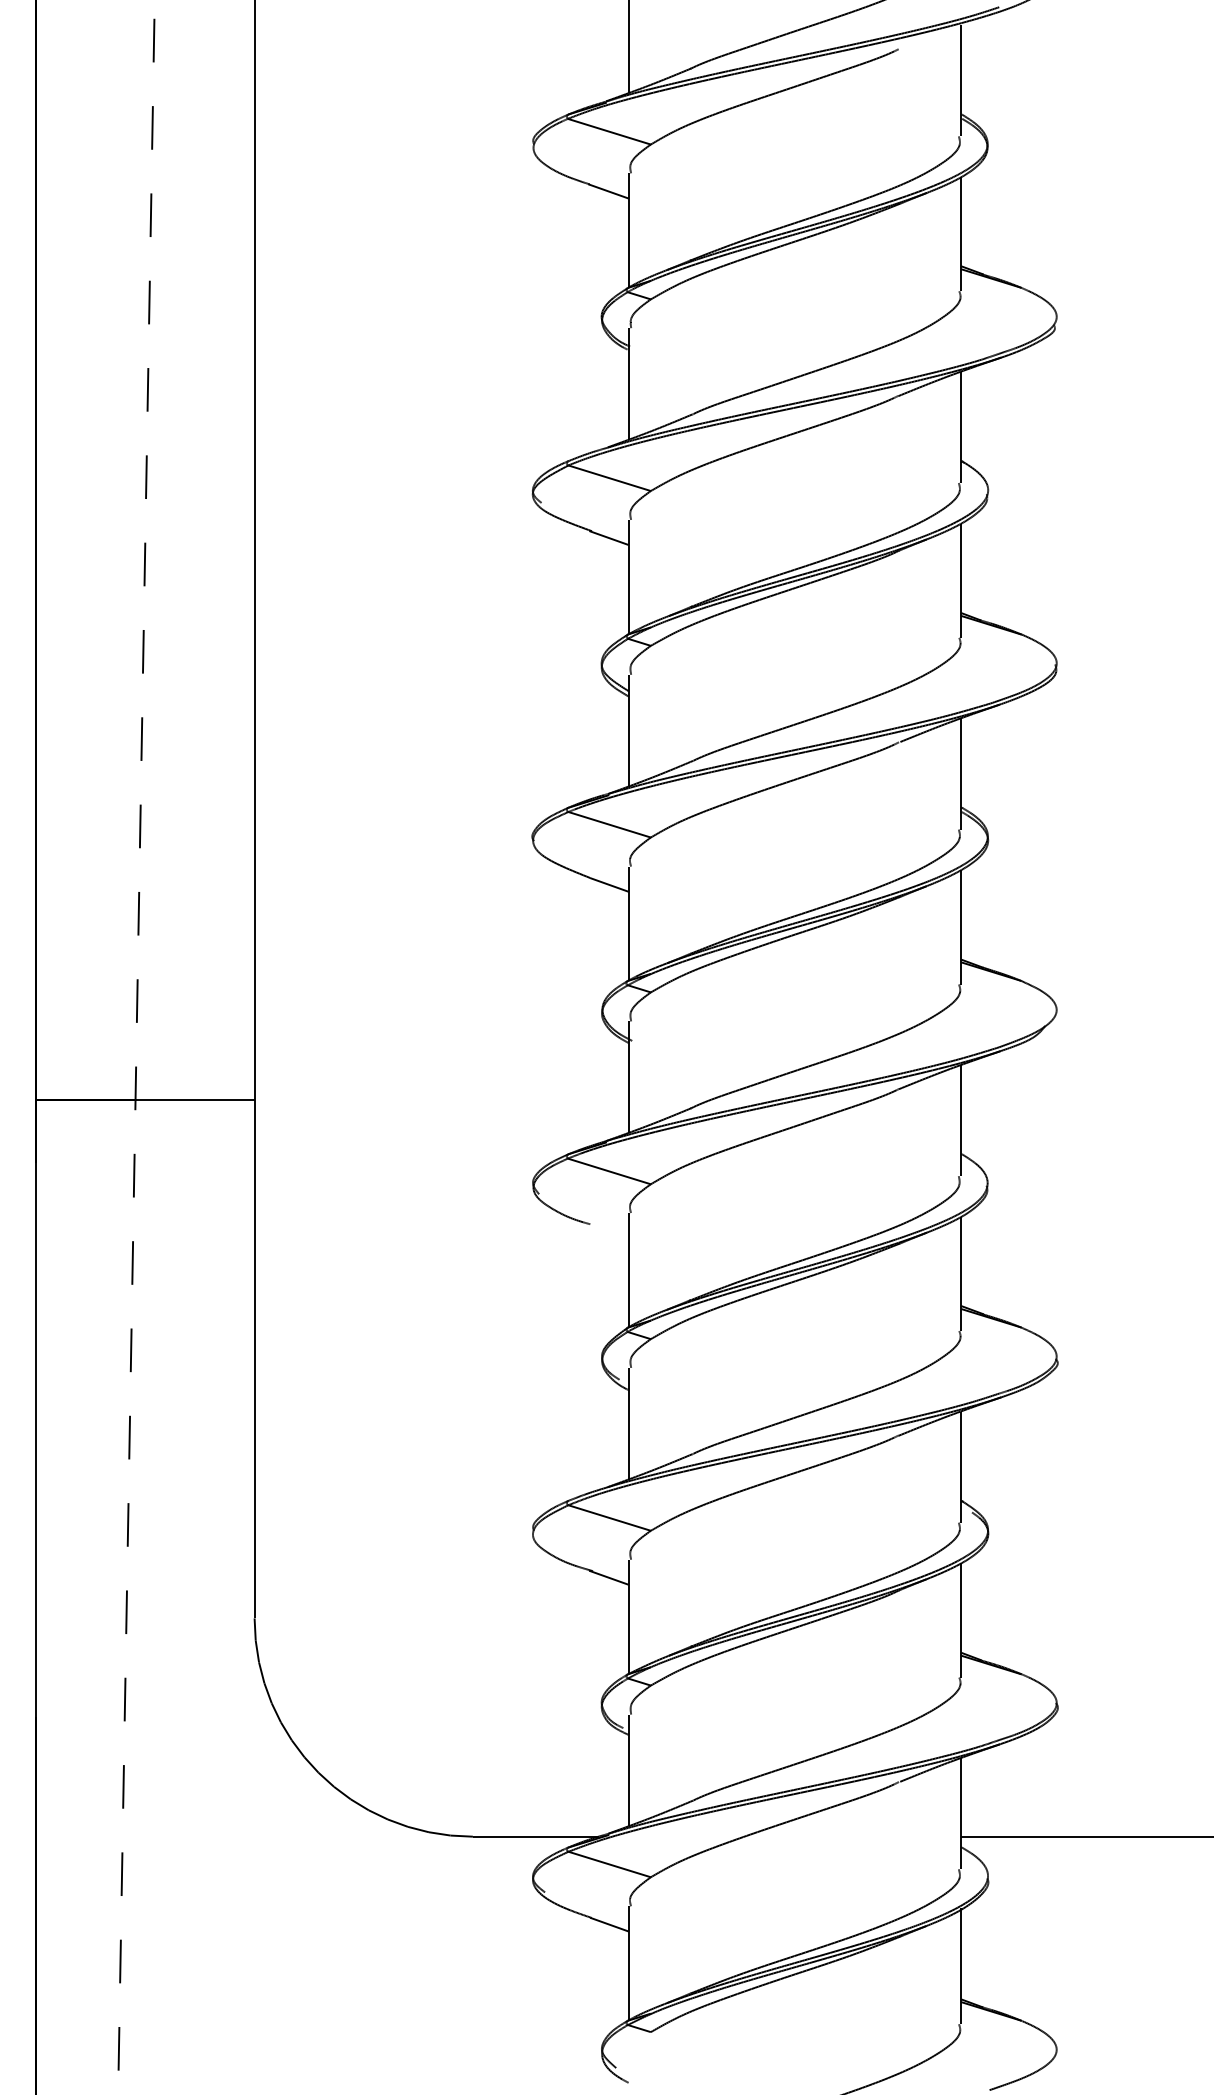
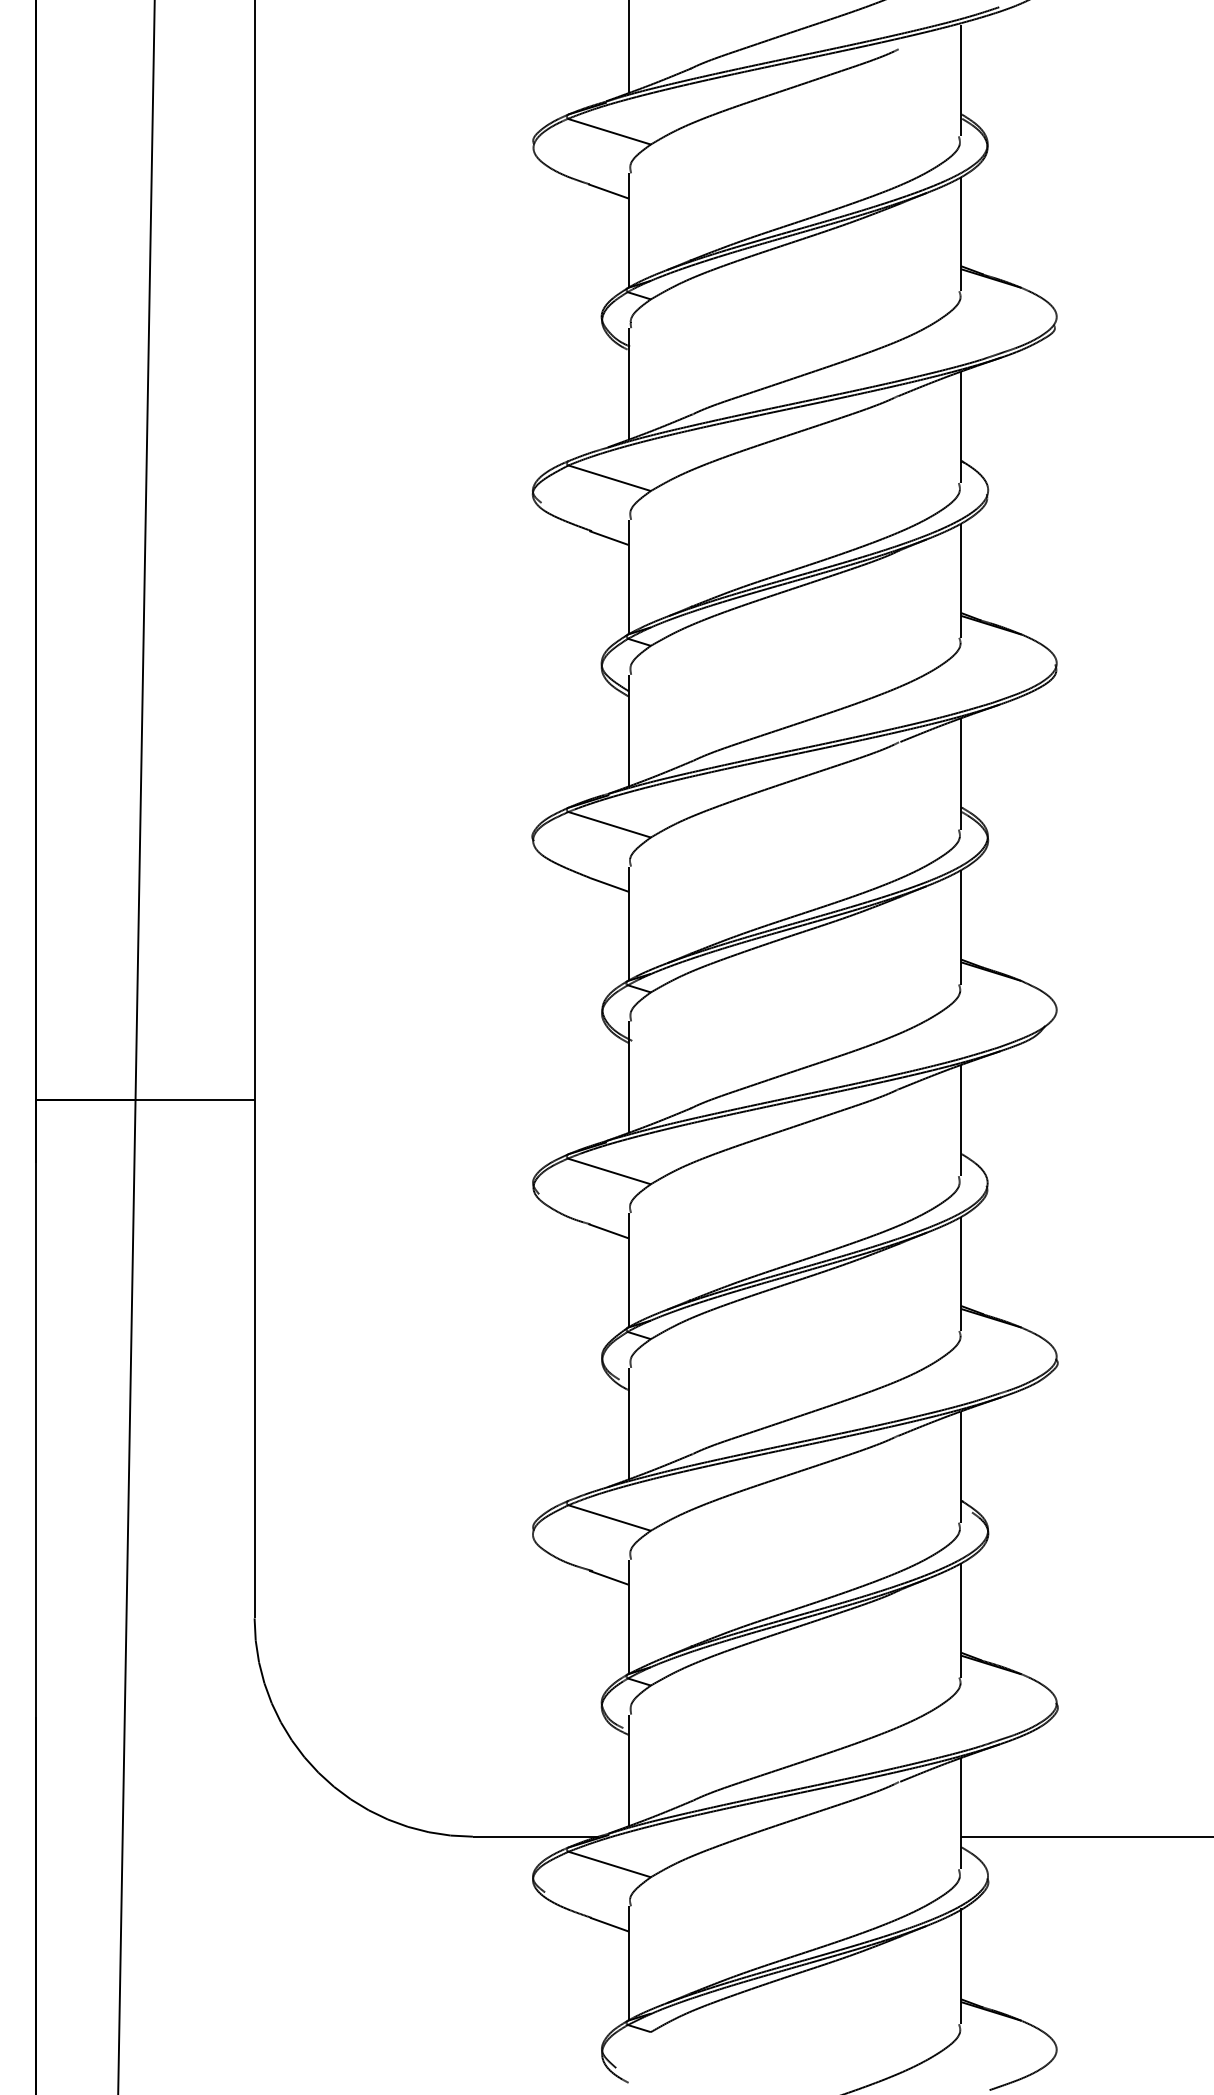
line at (136, 1047): dashed -> solid
line at (608, 1231): none -> present
